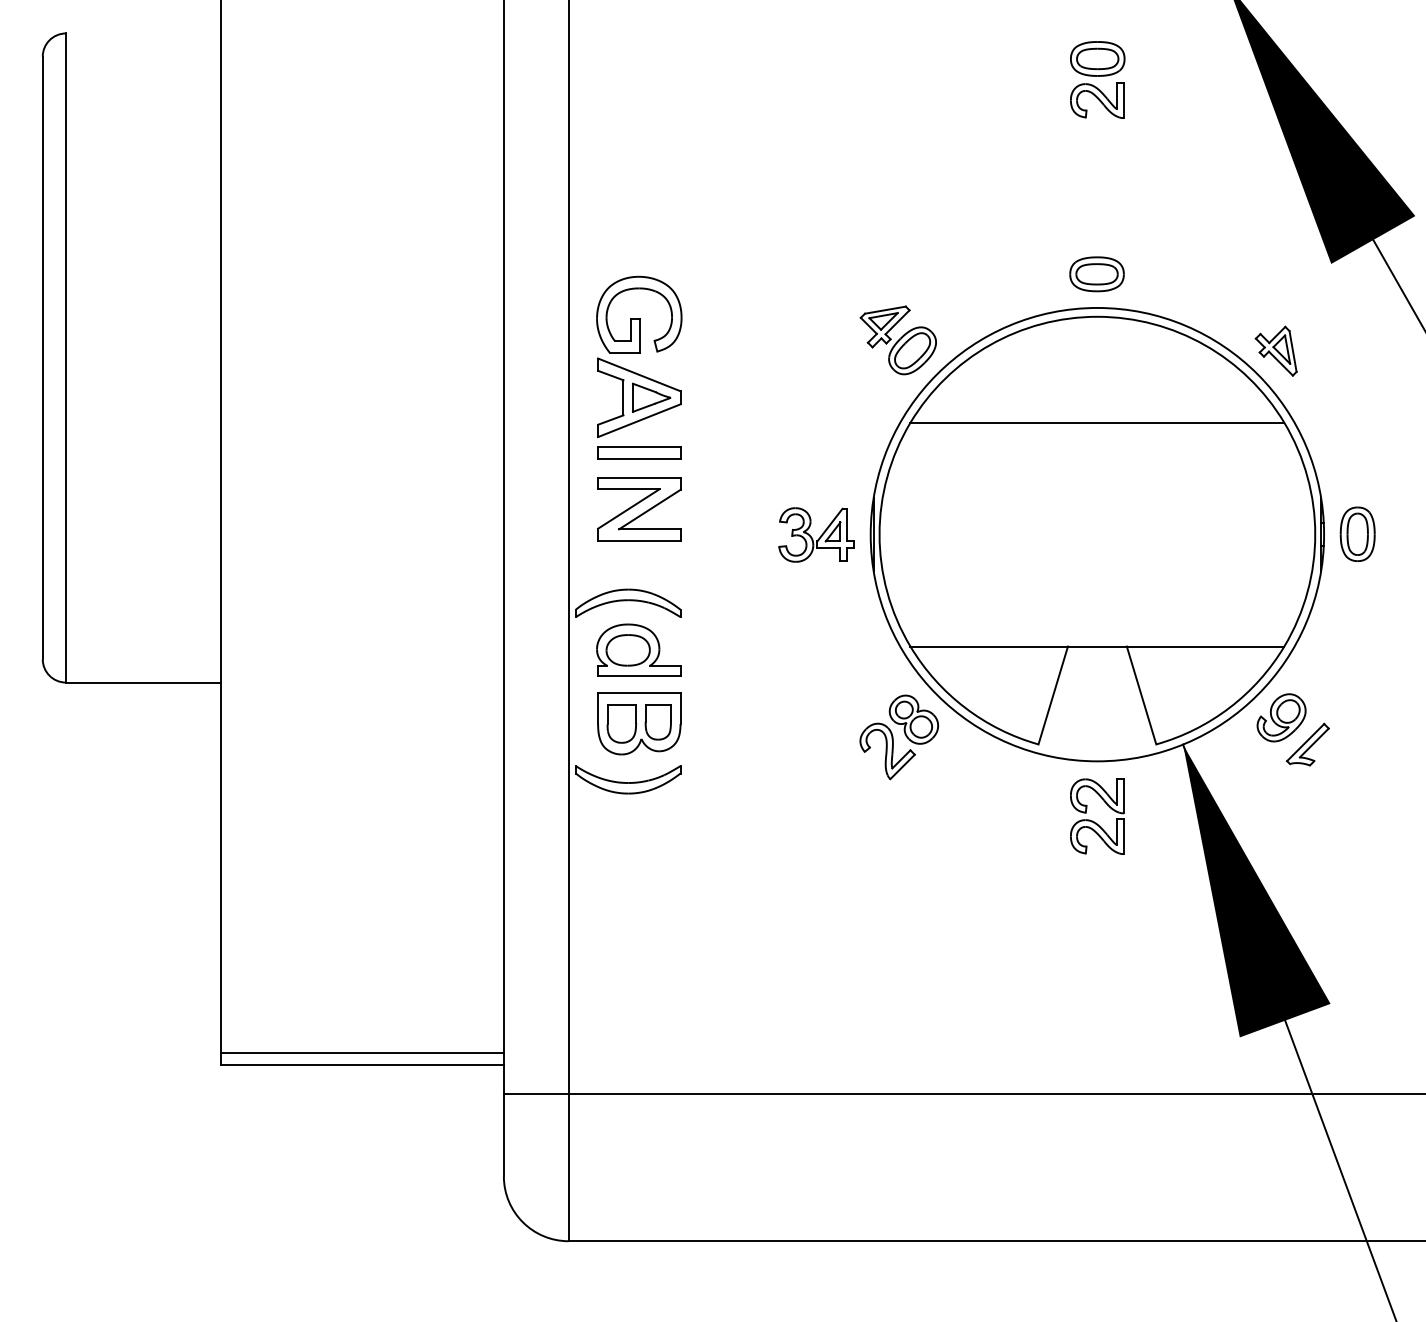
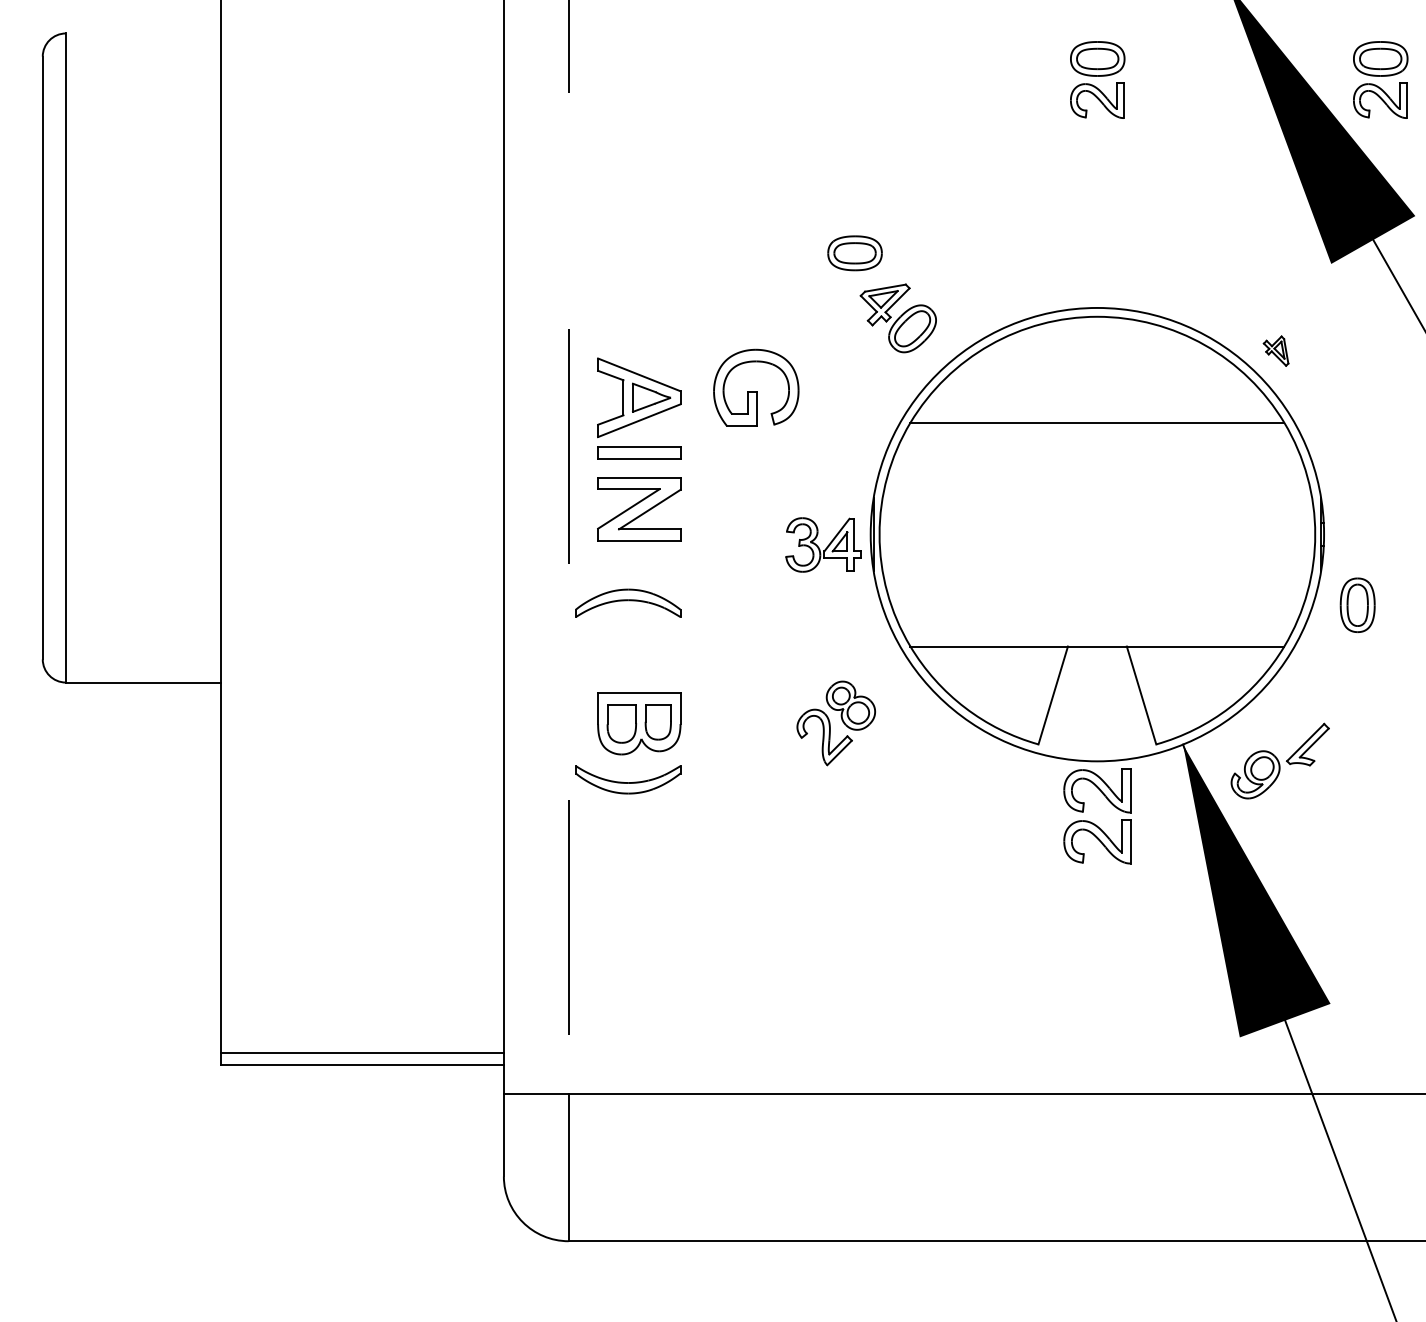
part at (1380, 79): none -> present
part at (1096, 274) position: (1096, 274) -> (854, 253)
part at (639, 314) position: (639, 314) -> (756, 387)
part at (897, 340) position: (897, 340) -> (897, 318)
part at (1275, 350) size: 44x52 px -> 28x32 px
part at (1357, 533) position: (1357, 533) -> (1357, 604)
part at (816, 534) position: (816, 534) -> (823, 544)
line at (568, 547): solid -> dashed
part at (638, 649): present -> none
part at (1281, 717) position: (1281, 717) -> (1255, 774)
part at (898, 737) position: (898, 737) -> (835, 723)
part at (1097, 816) size: 55x77 px -> 69x97 px
